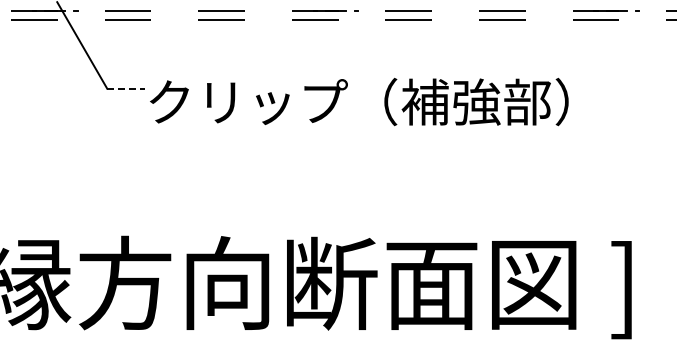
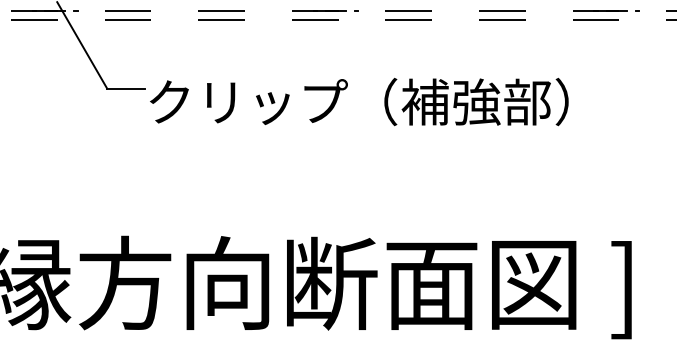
line at (125, 88): dashed -> solid
